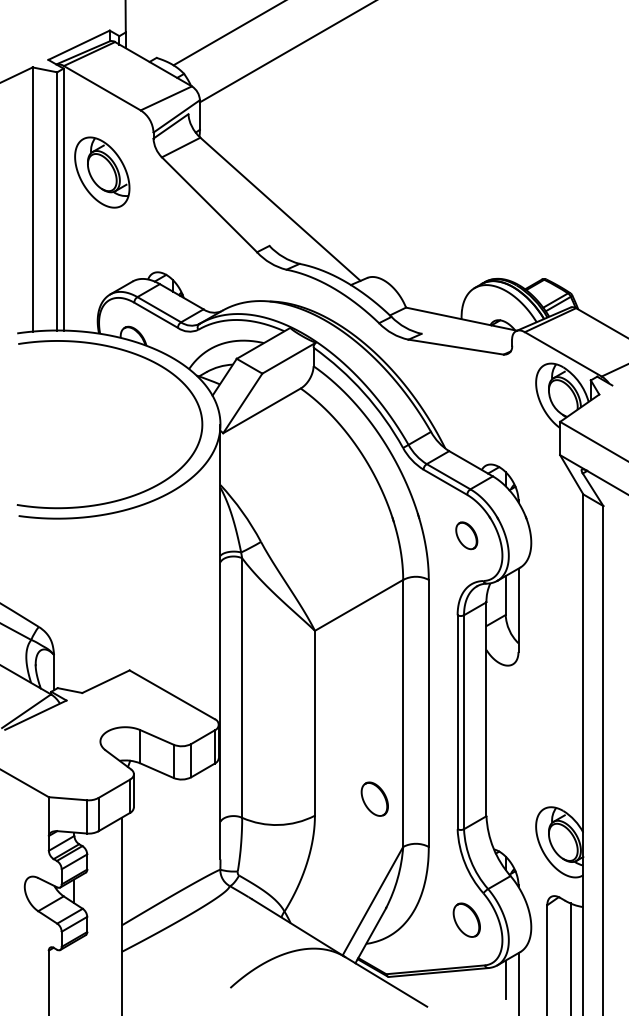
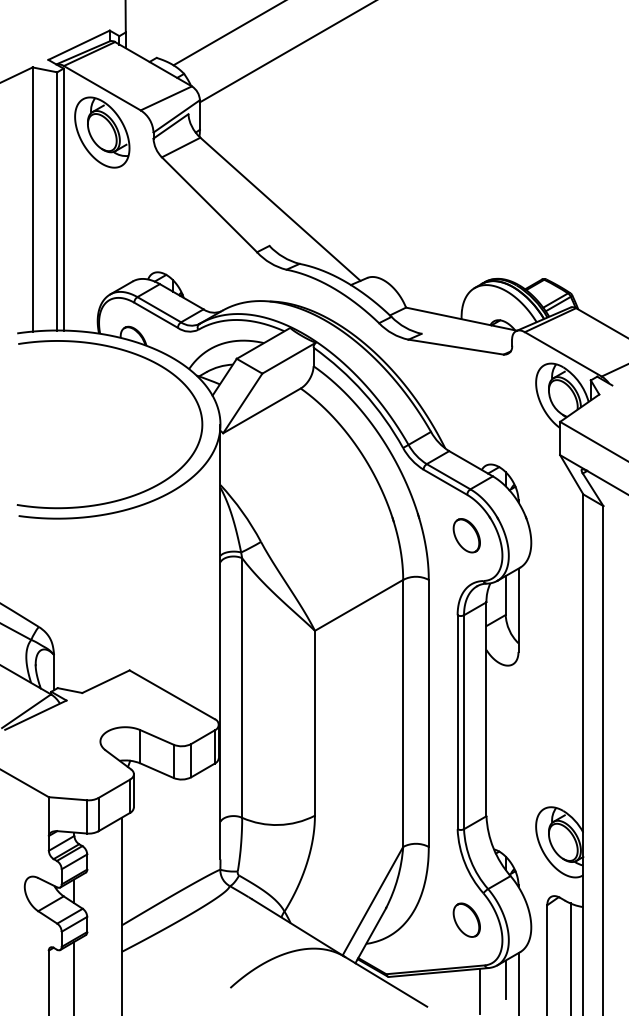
part at (102, 172) position: (102, 172) -> (102, 132)
part at (466, 535) size: 24x30 px -> 29x36 px
part at (374, 798): present -> none
line at (74, 976): none -> present
line at (480, 990): none -> present
